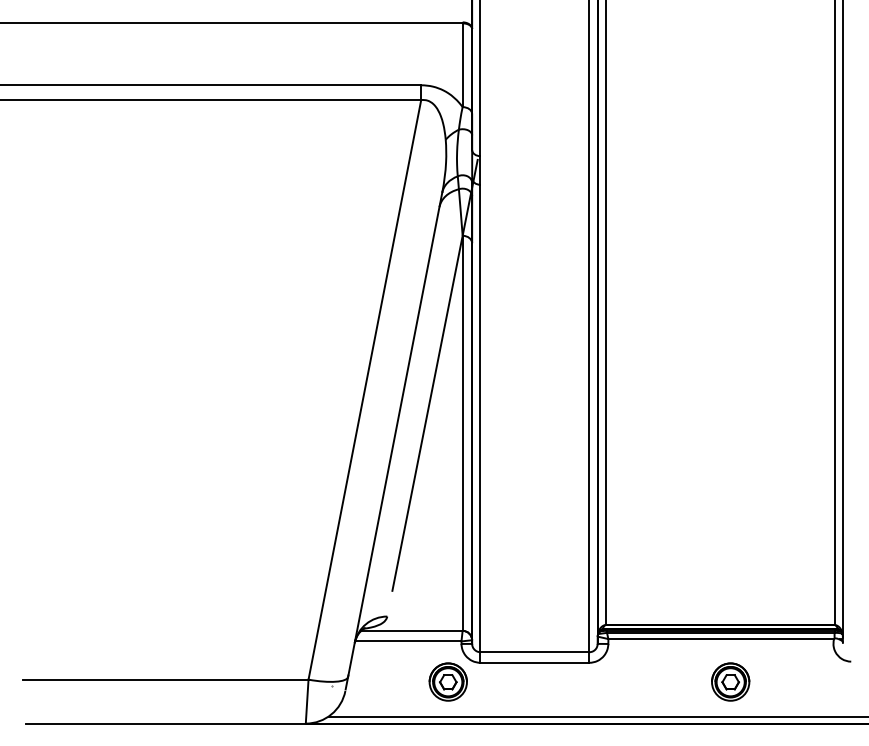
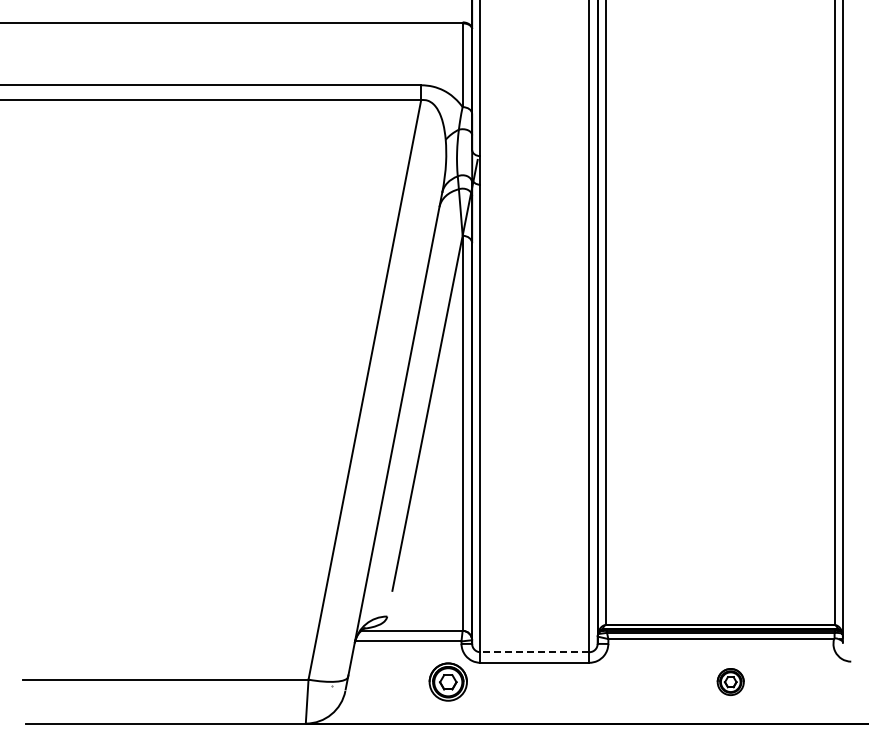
line at (534, 652): solid -> dashed
part at (730, 681) size: 40x40 px -> 29x28 px
line at (596, 716): present -> none
